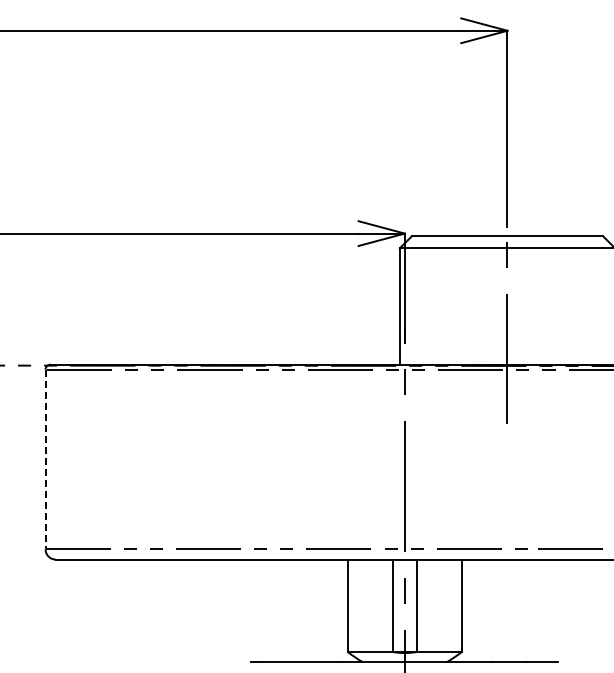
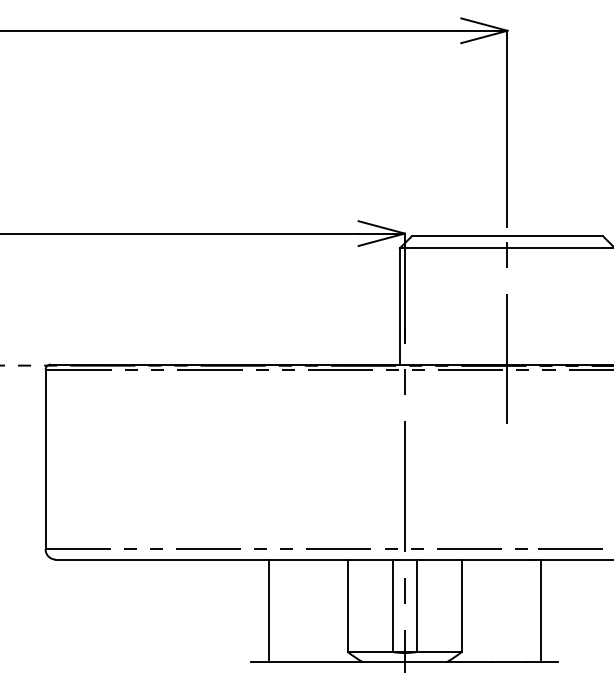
line at (45, 459): dashed -> solid
line at (269, 610): none -> present
line at (540, 610): none -> present
